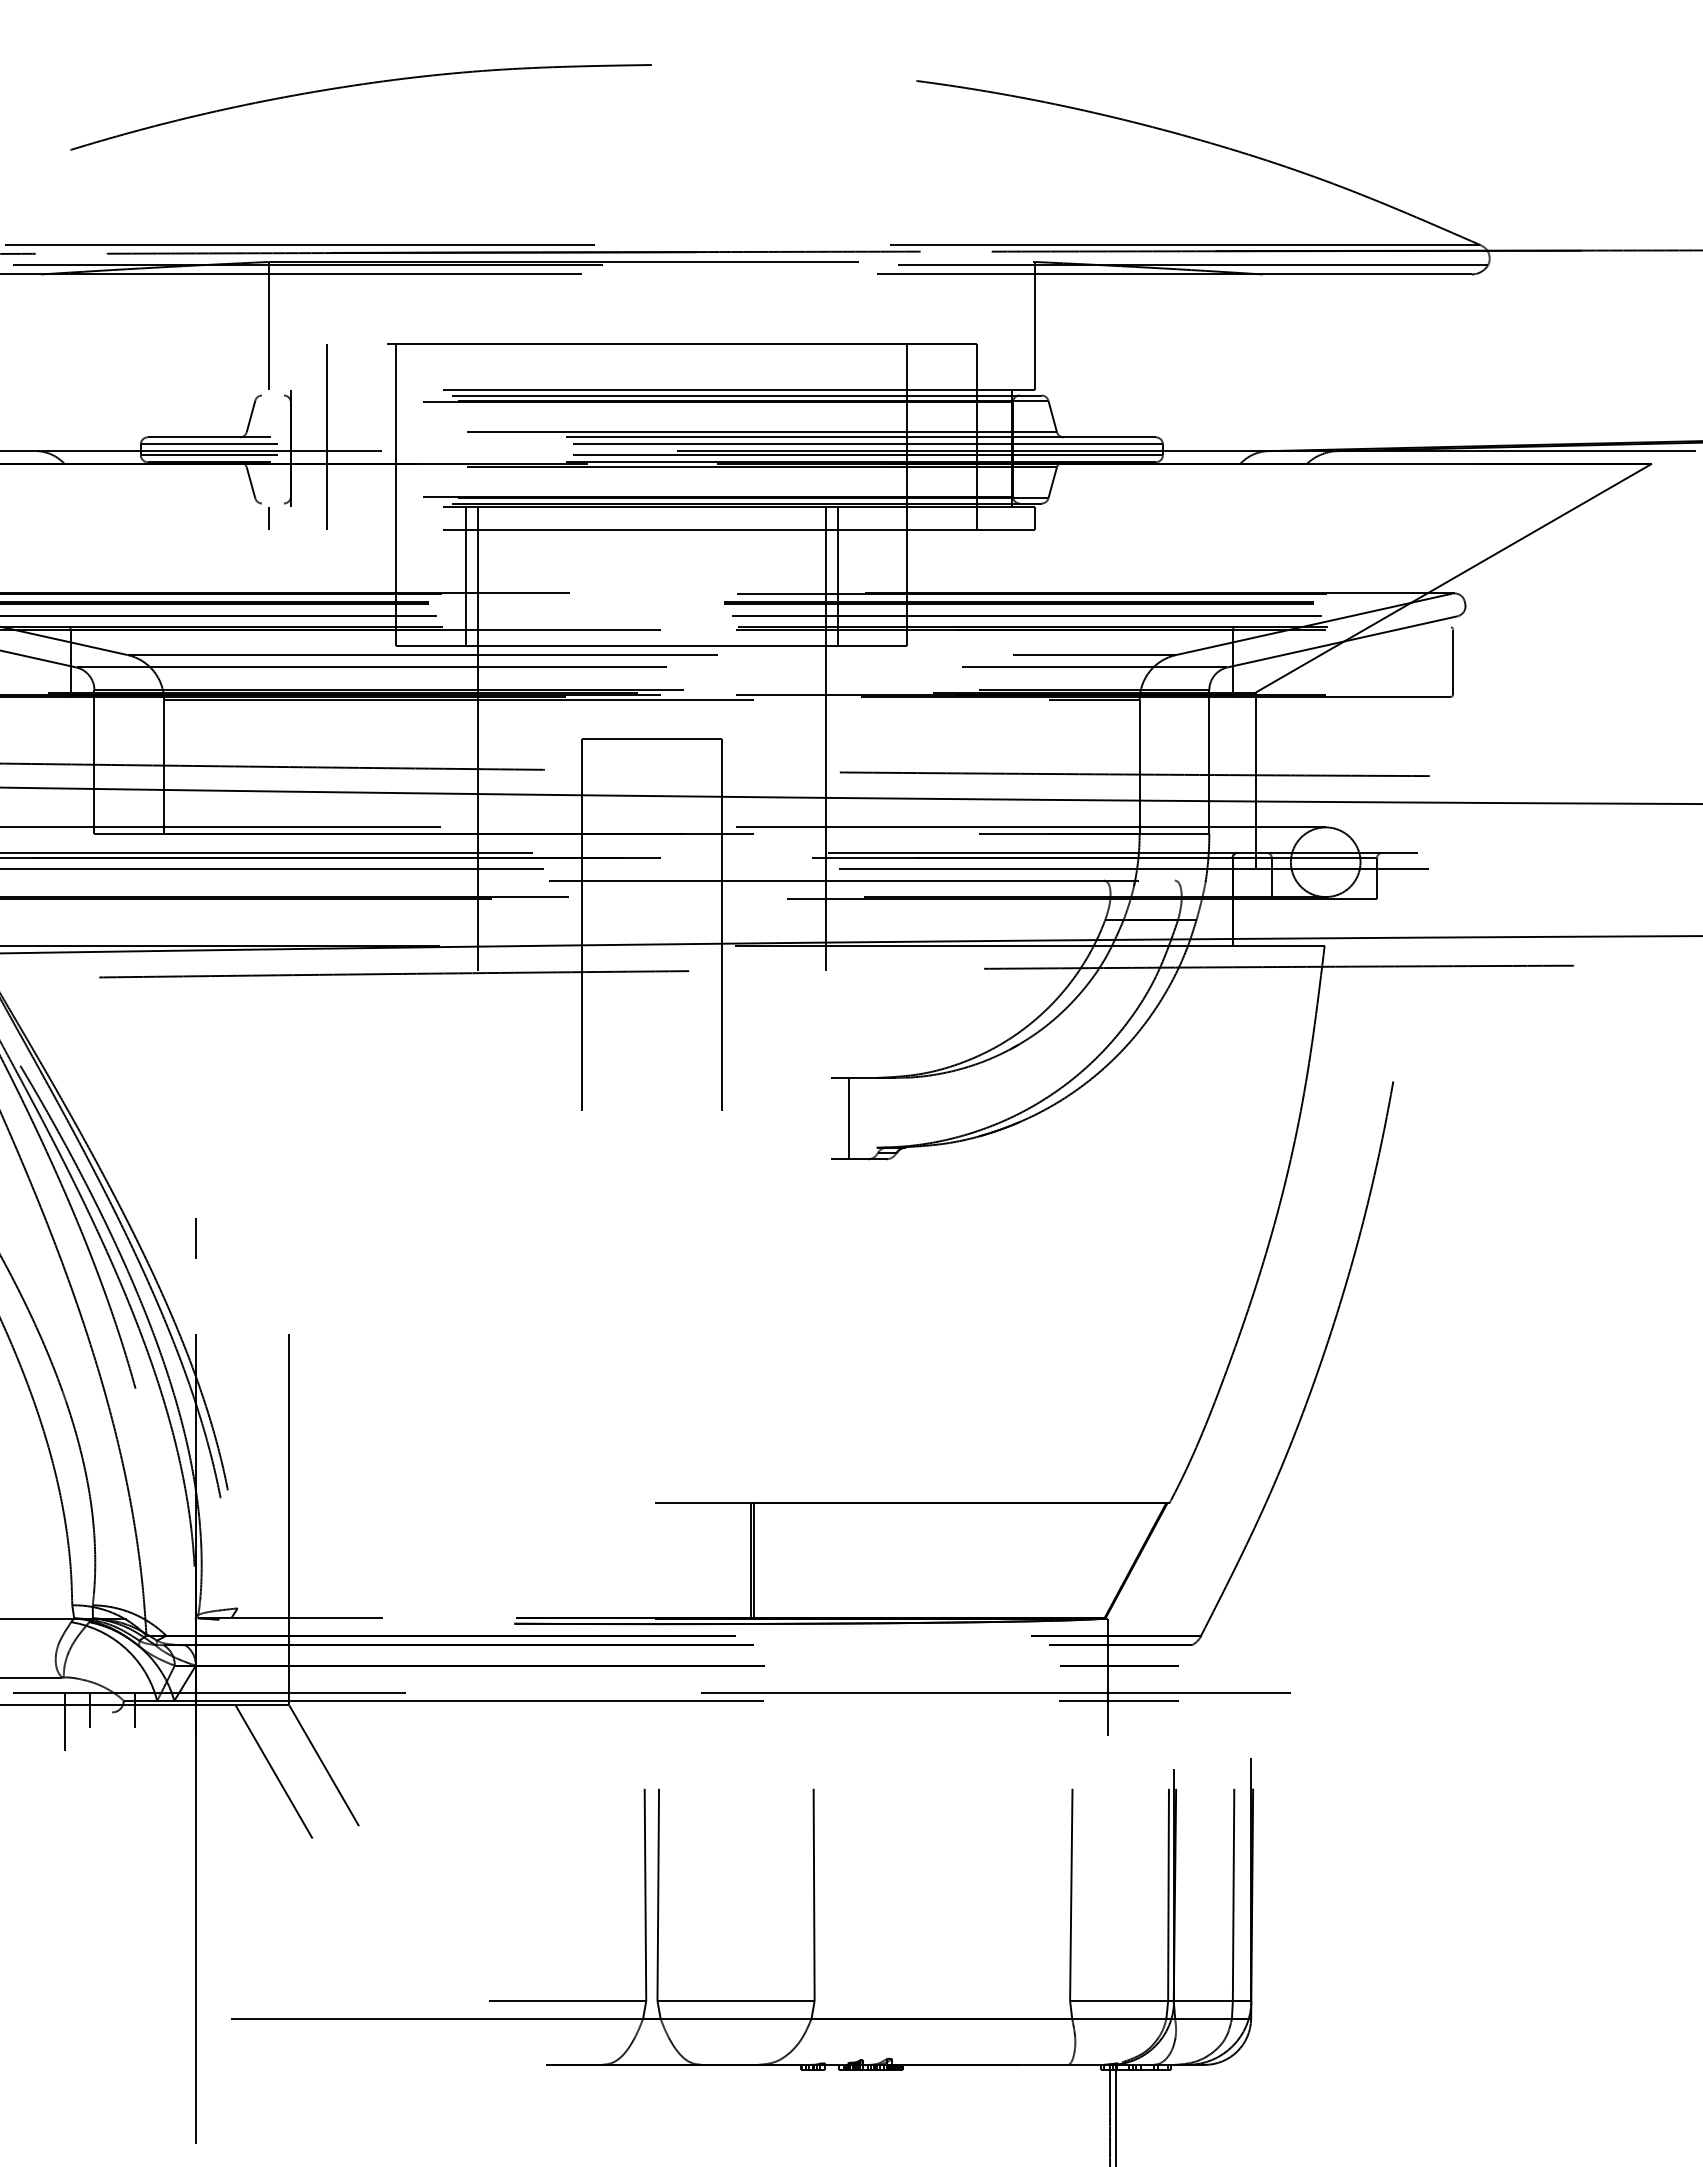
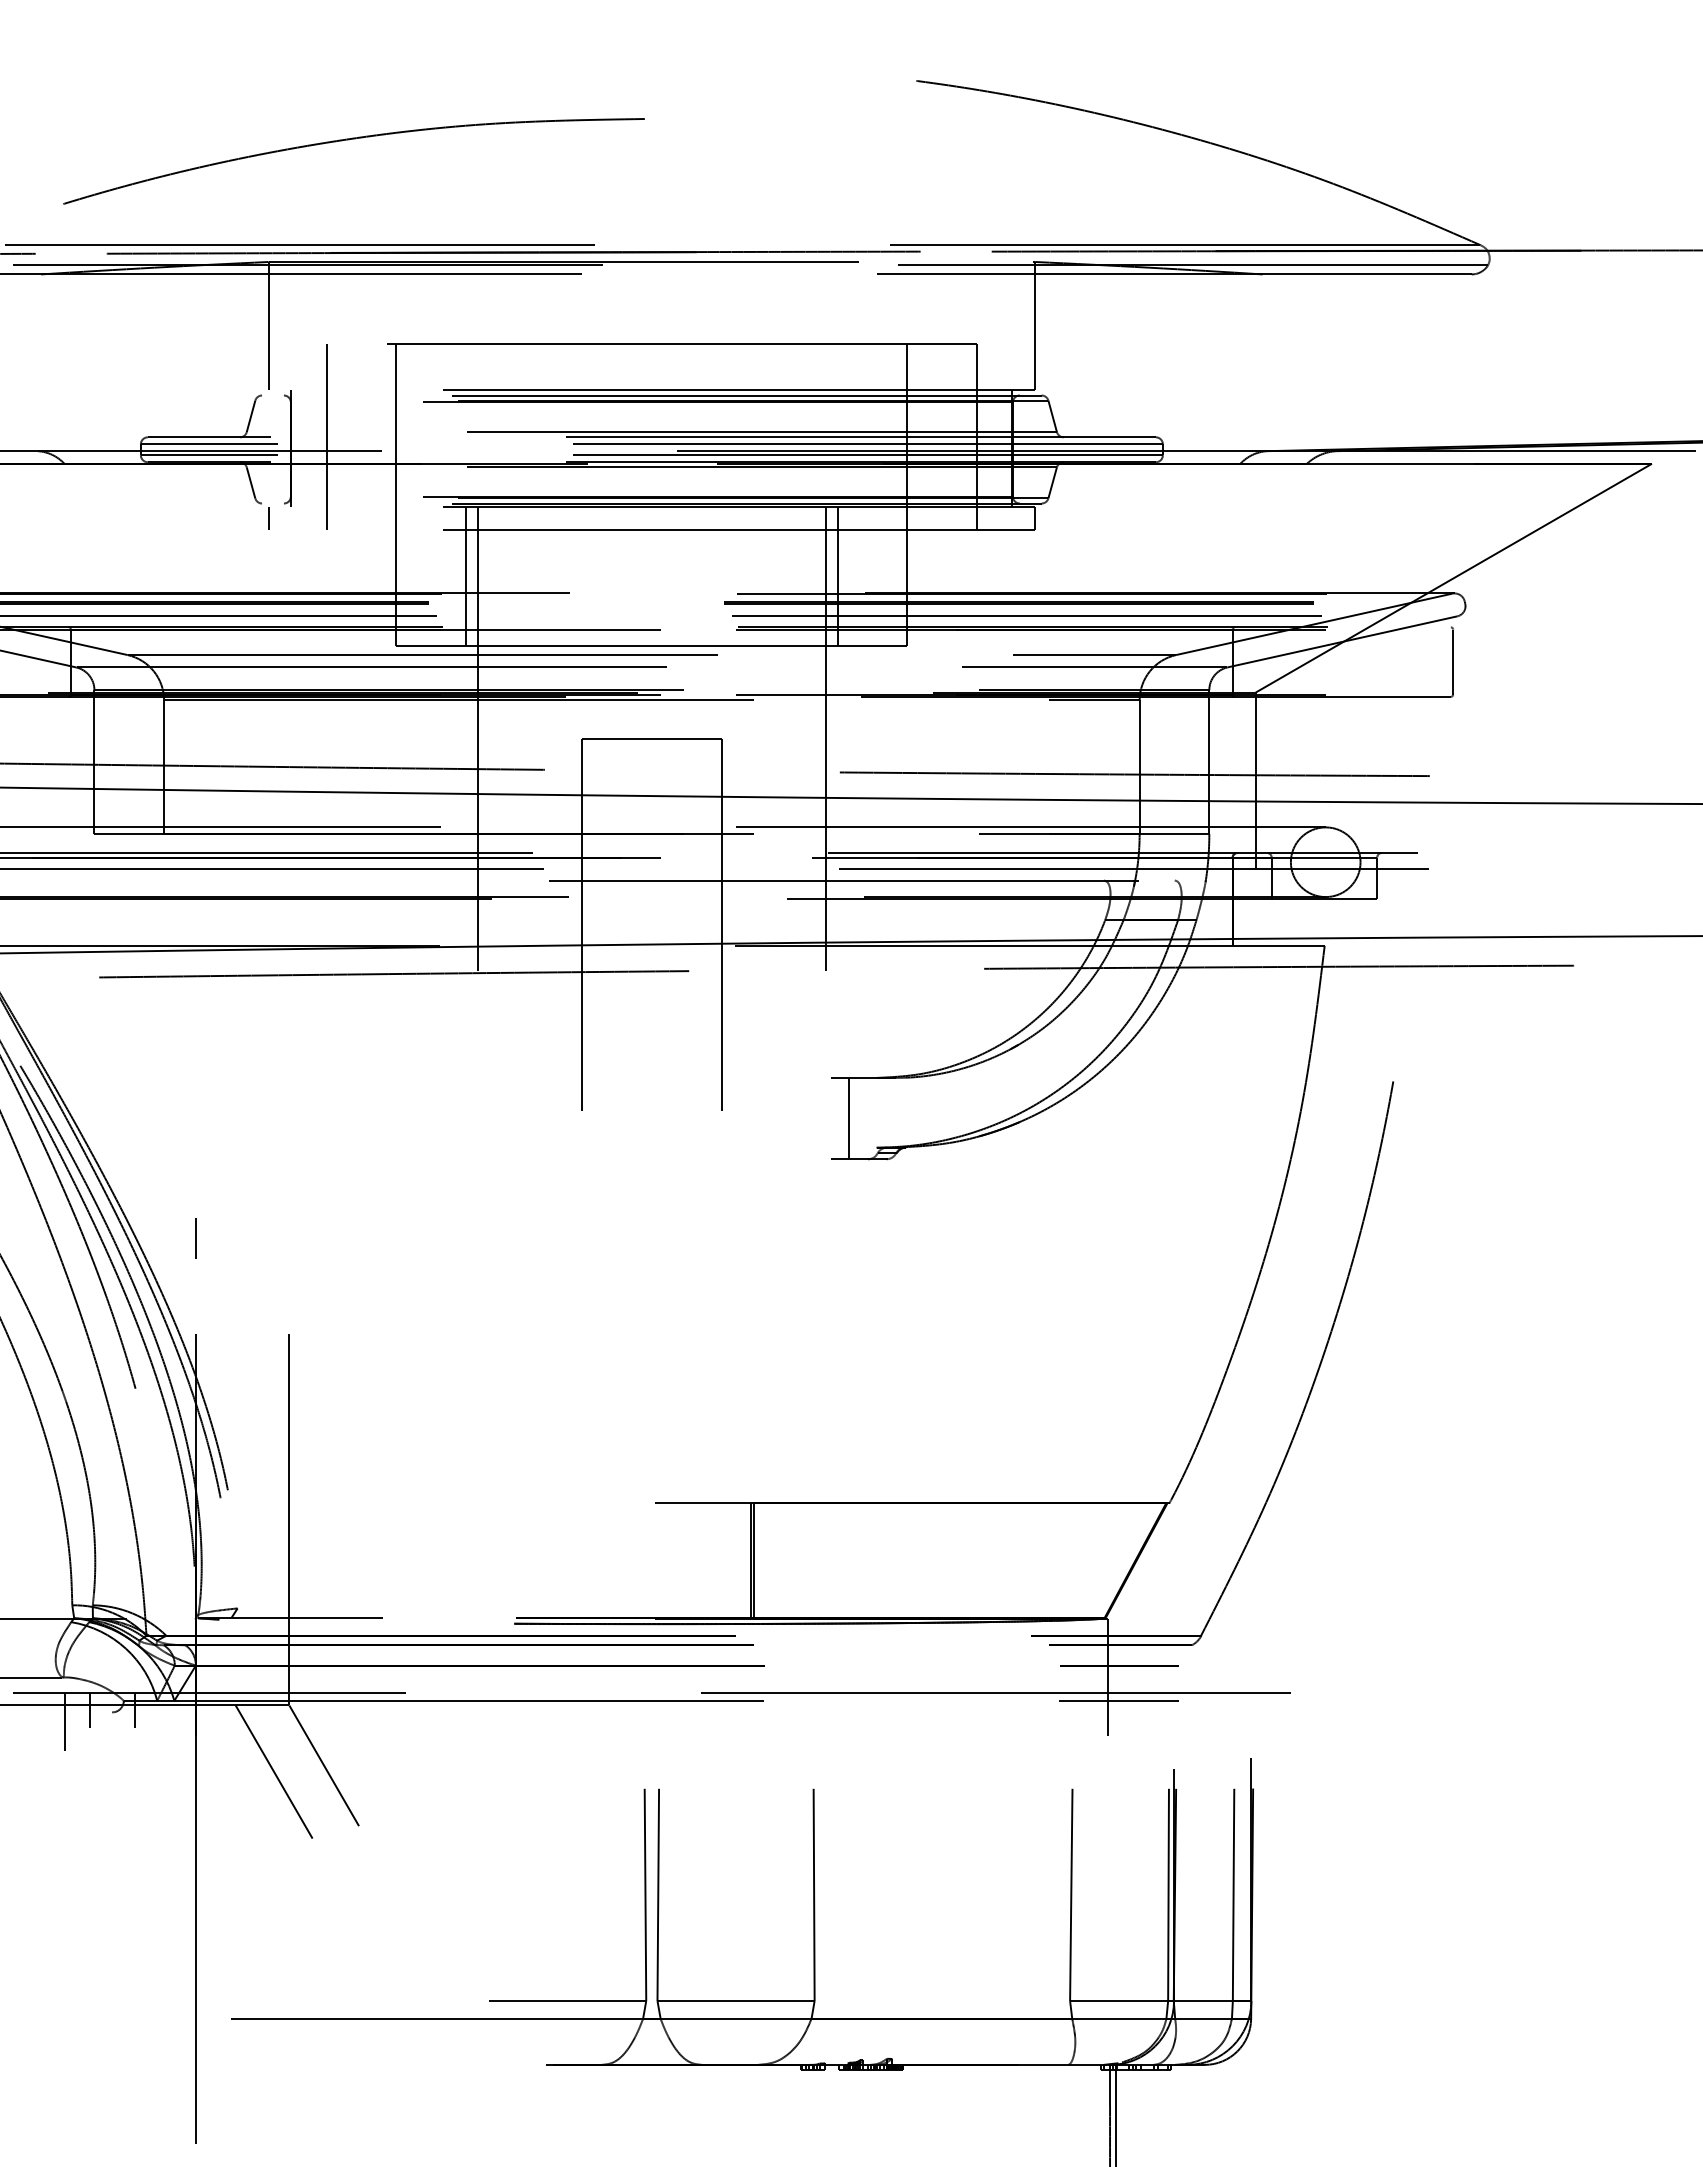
curve at (356, 86) position: (356, 86) -> (349, 140)
